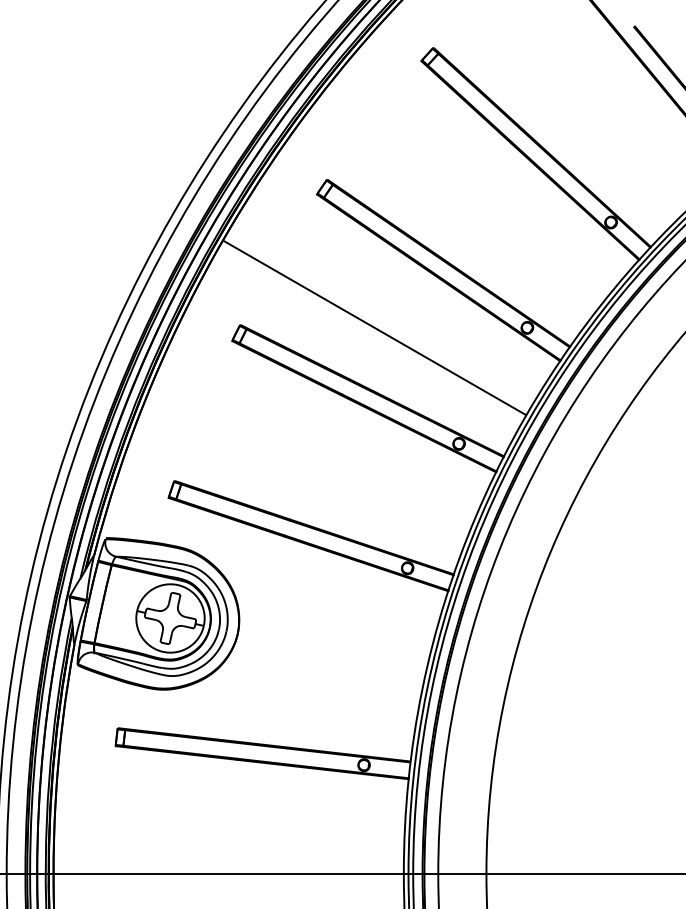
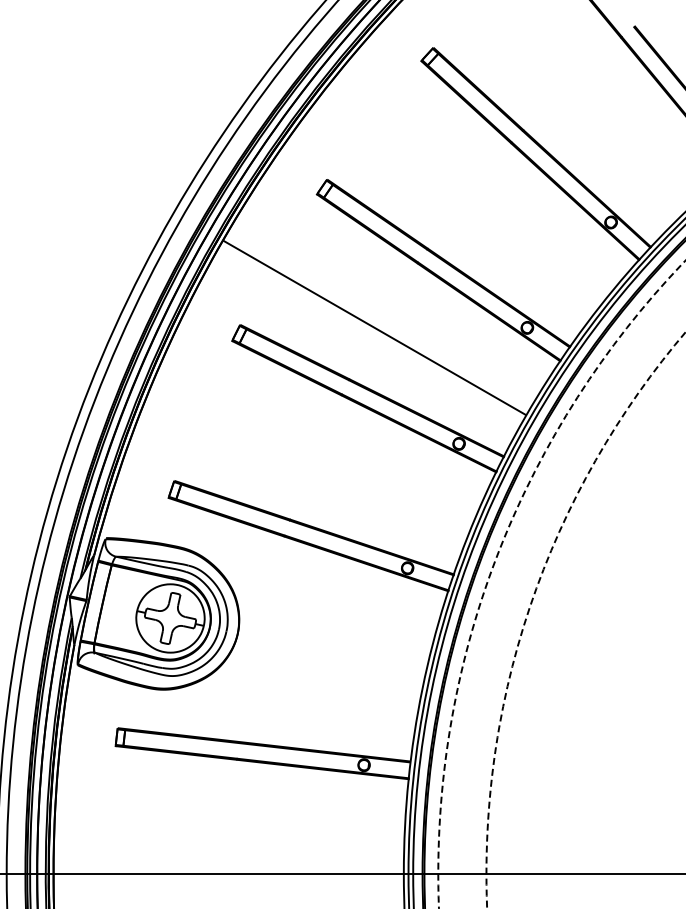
circle at (561, 584): solid -> dashed
arc at (531, 601): solid -> dashed
